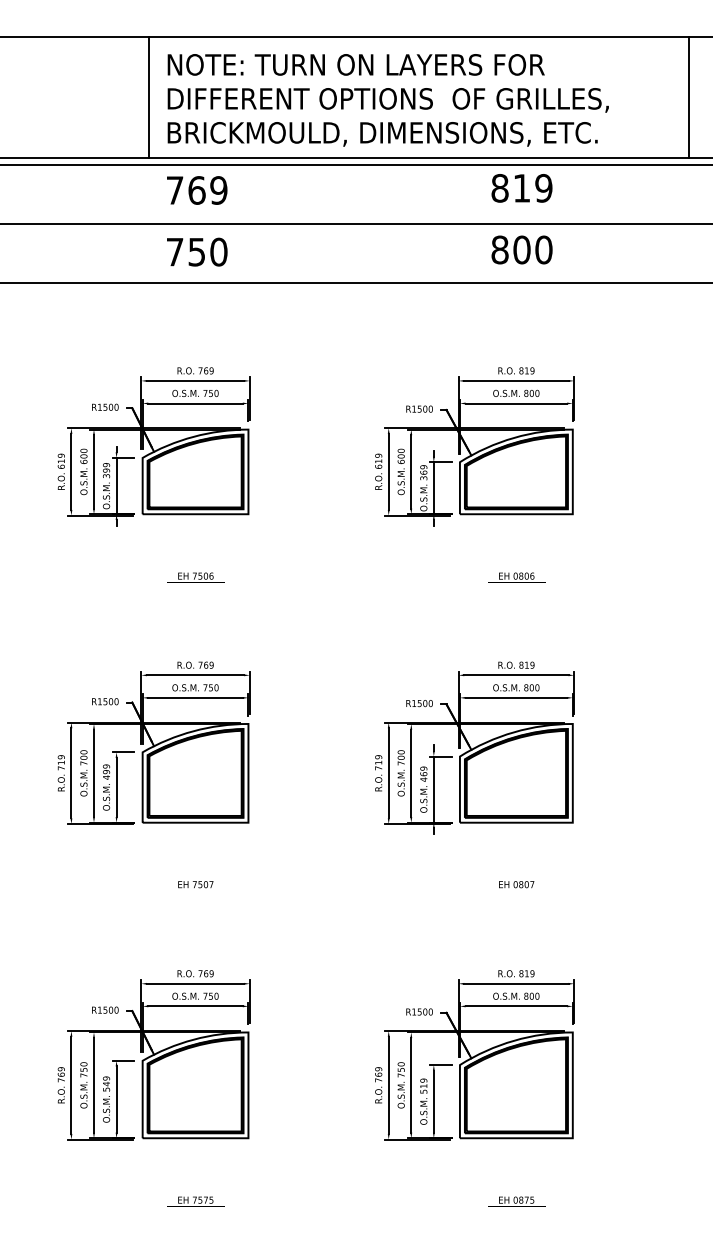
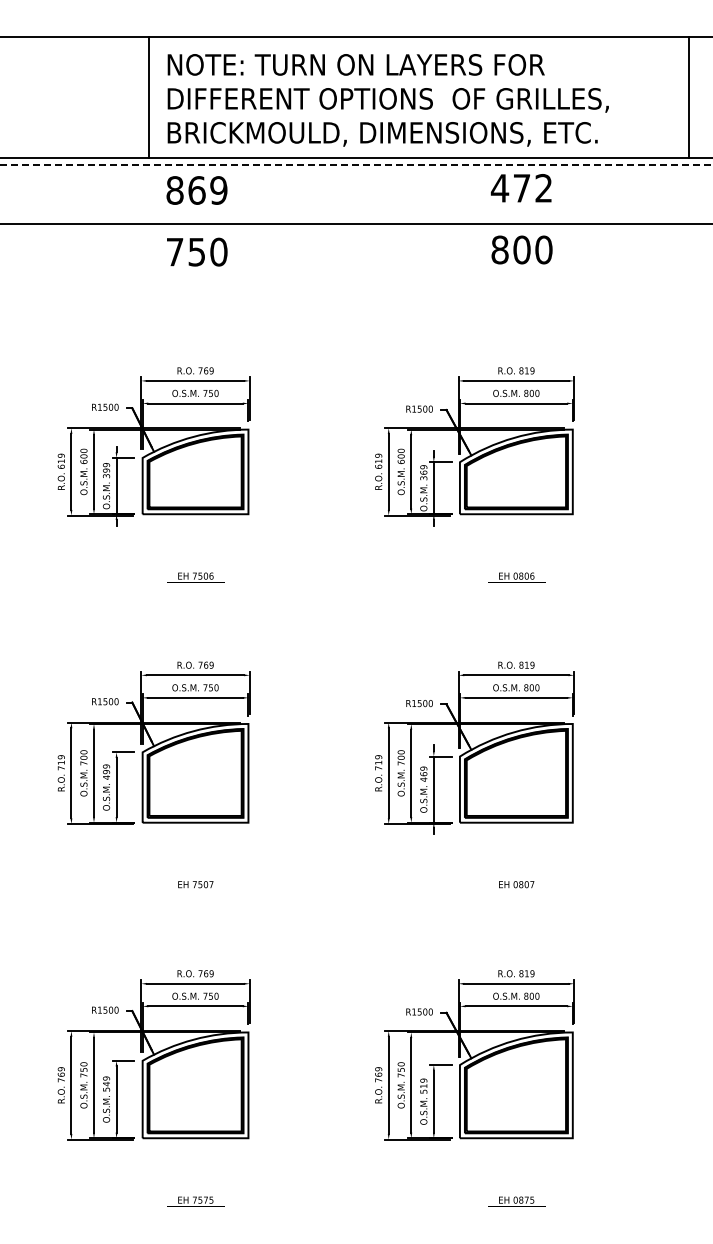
line at (356, 165): solid -> dashed
text at (521, 188): 819 -> 472
text at (174, 190): 769 -> 869
line at (355, 283): present -> none
